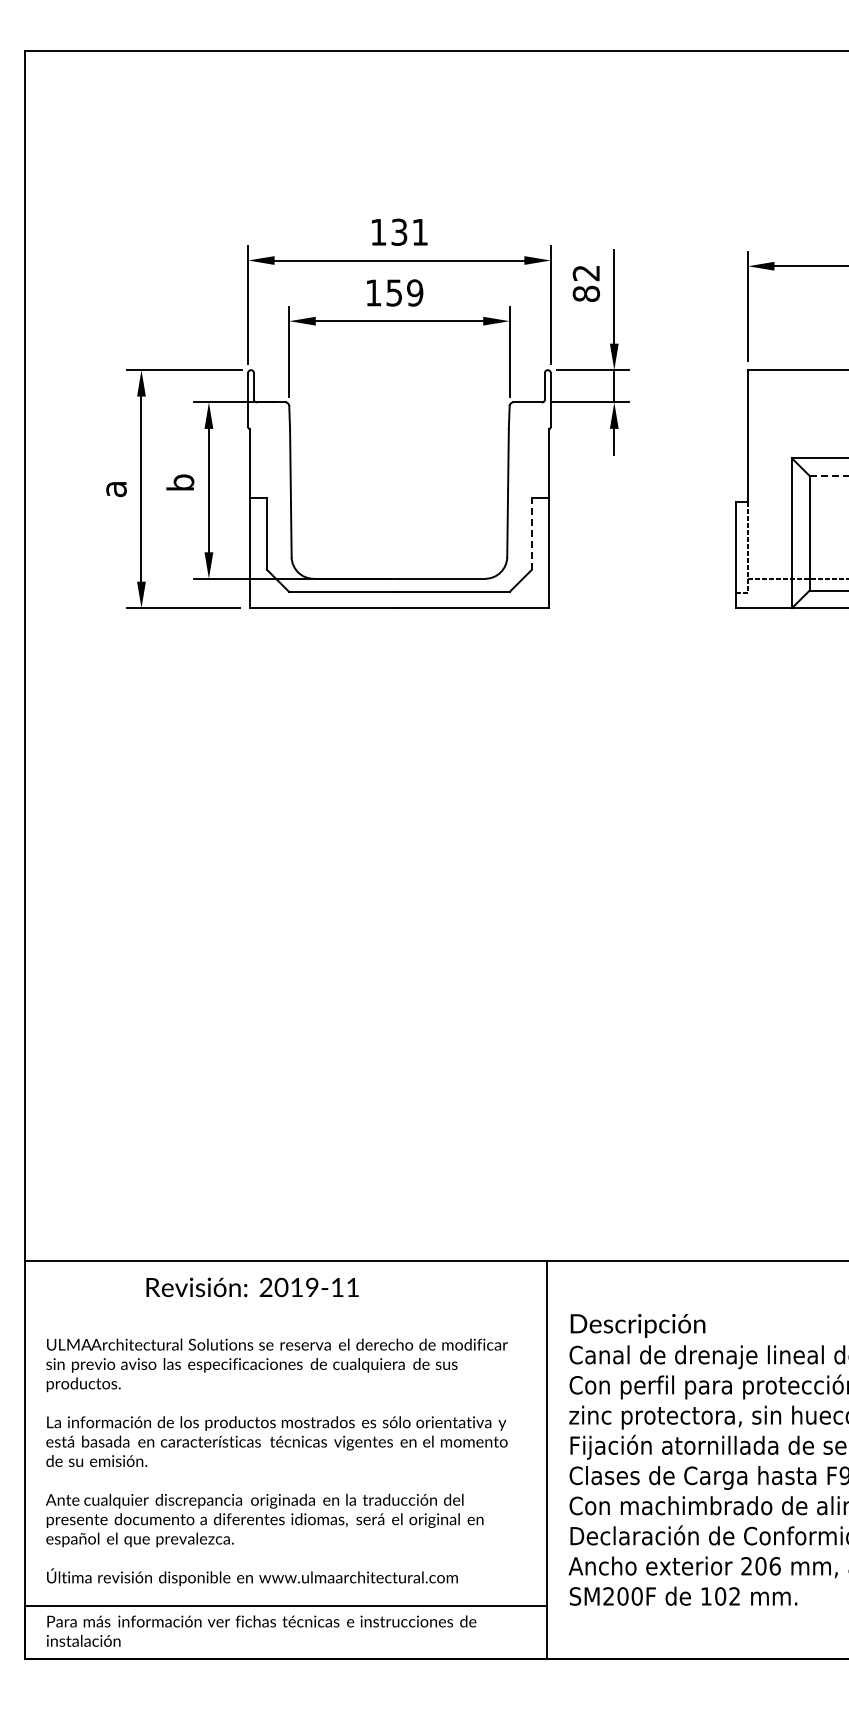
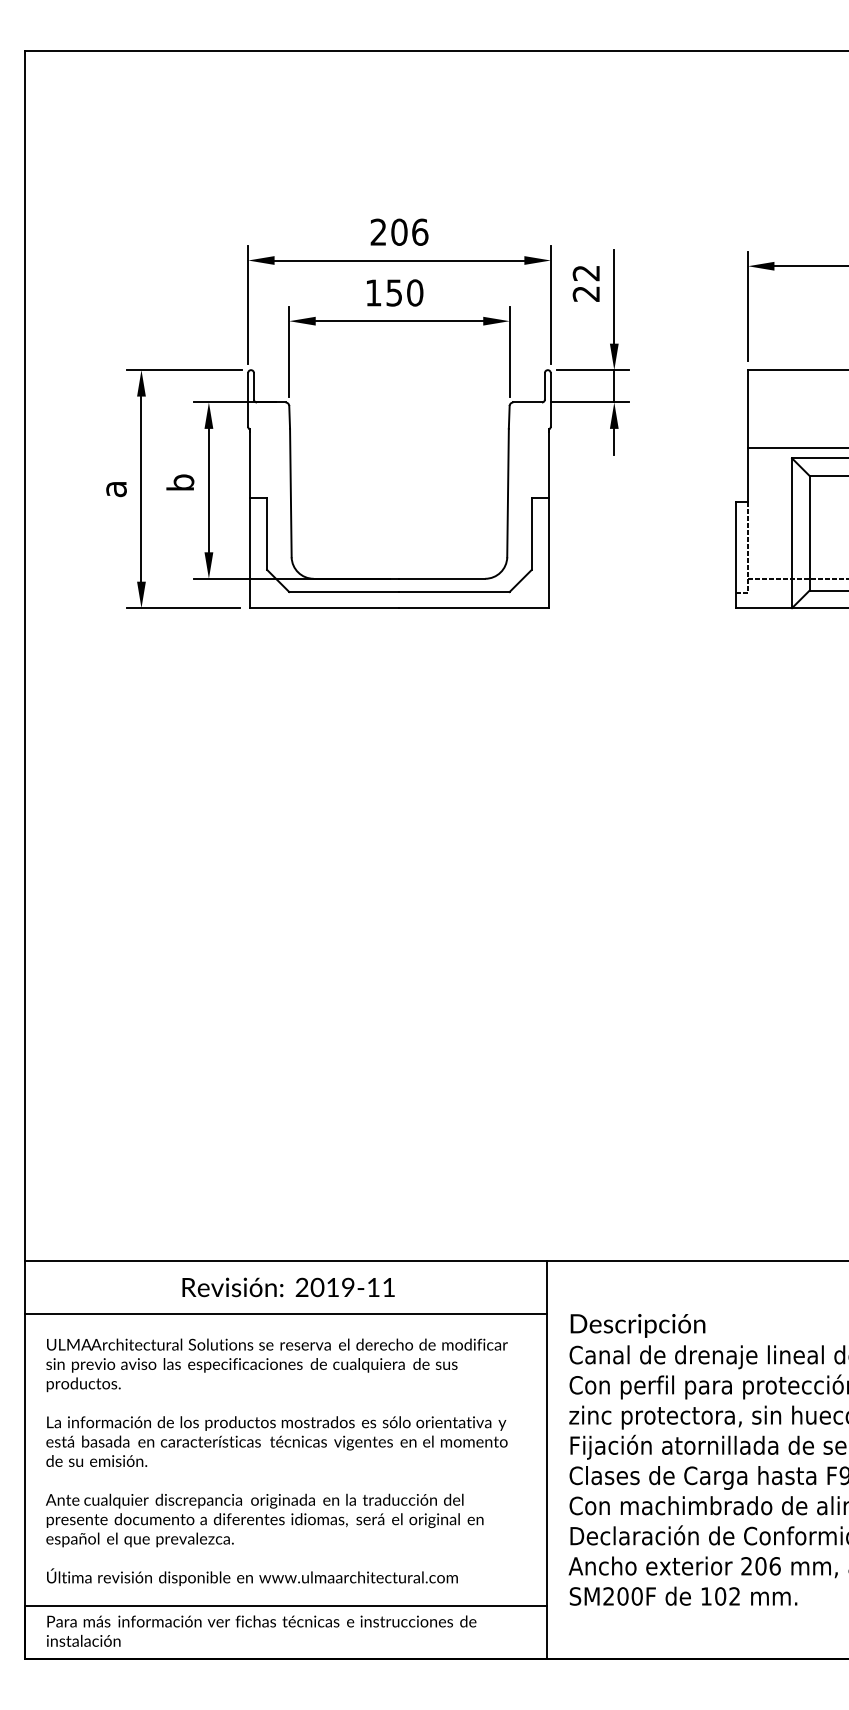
text at (399, 231): 131 -> 206
text at (415, 292): 159 -> 150
text at (585, 293): 82 -> 22
line at (796, 447): none -> present
line at (829, 475): dashed -> solid
line at (531, 533): dashed -> solid
text at (252, 1287) position: (252, 1287) -> (288, 1287)
line at (286, 1313): none -> present
